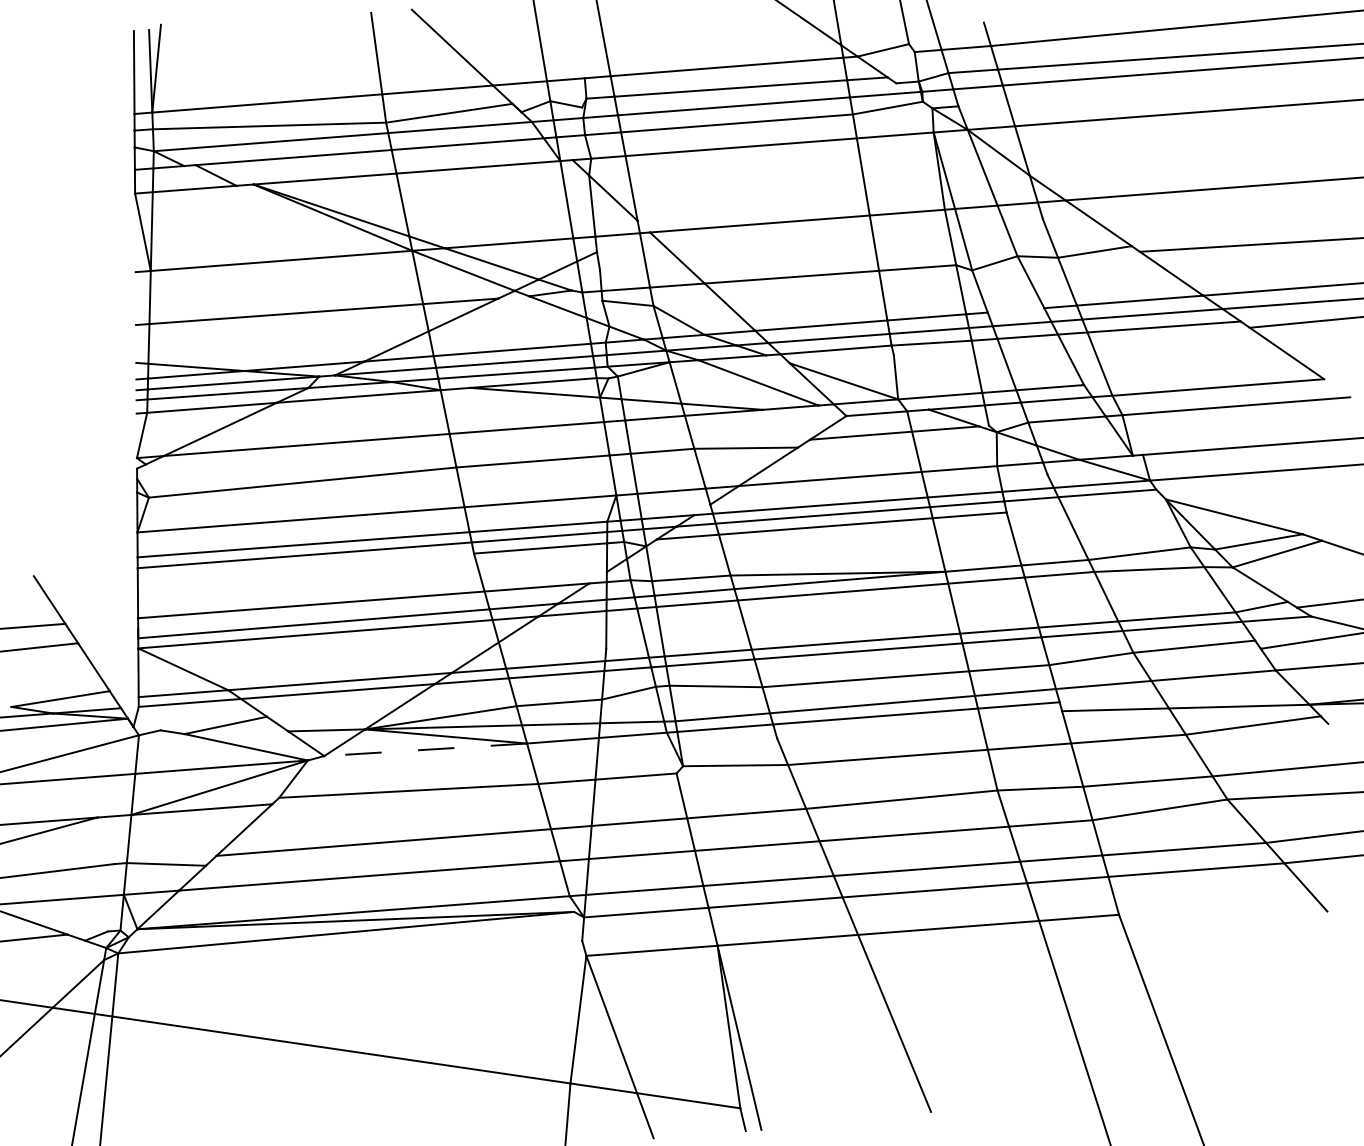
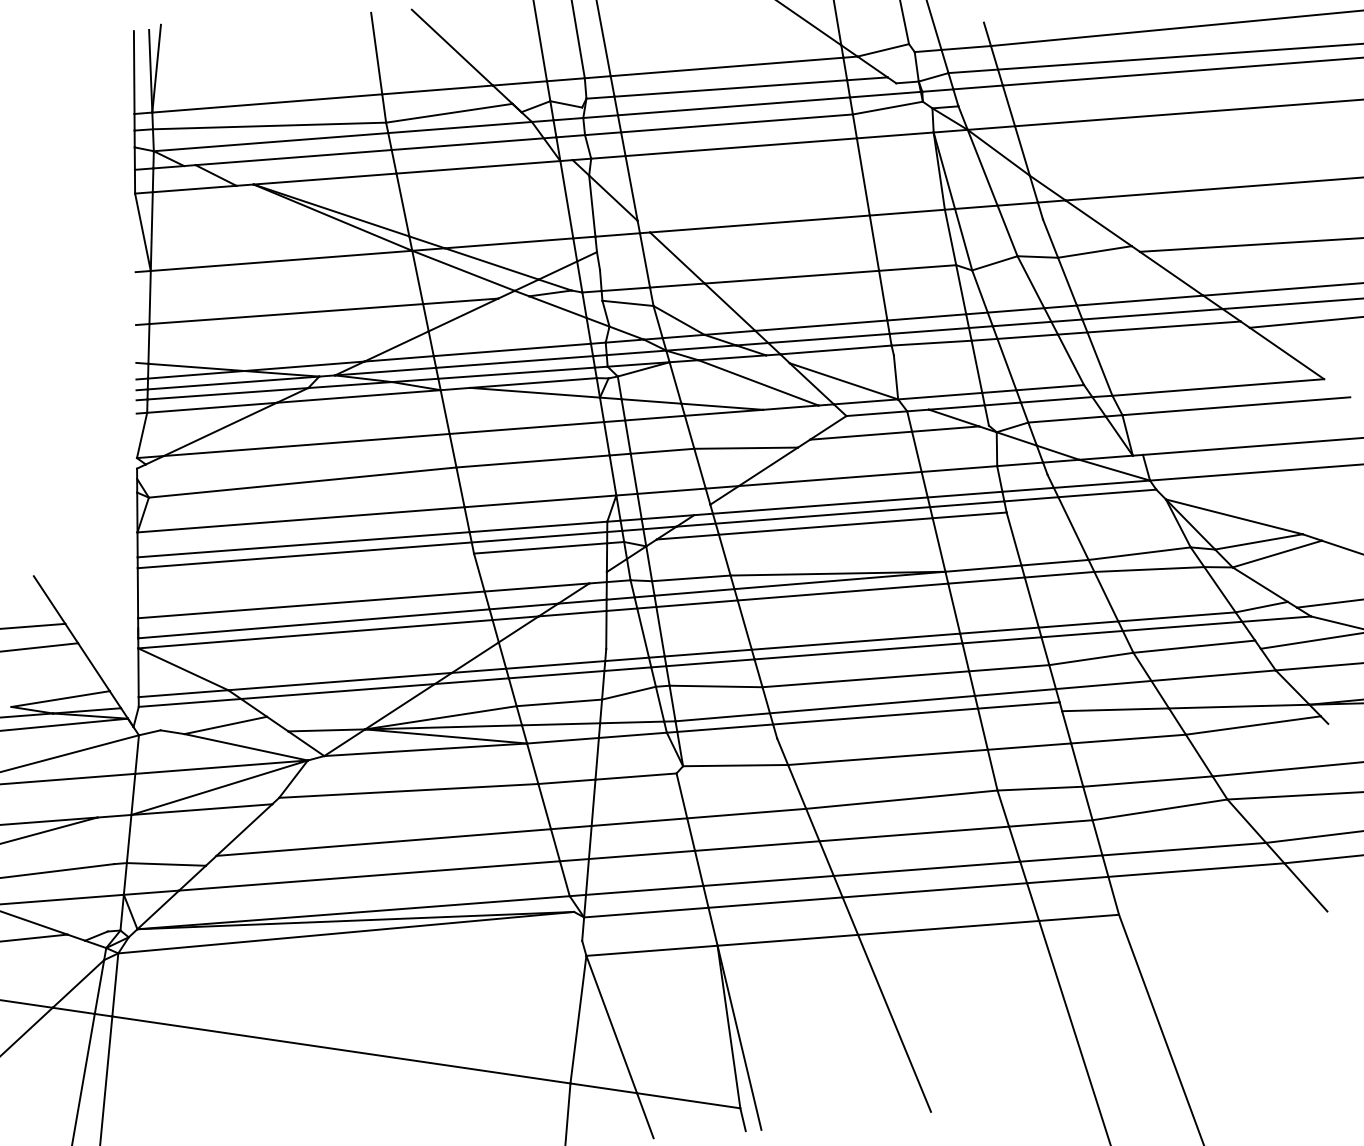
line at (578, 40): none -> present
line at (1015, 310): none -> present
line at (425, 749): dashed -> solid
